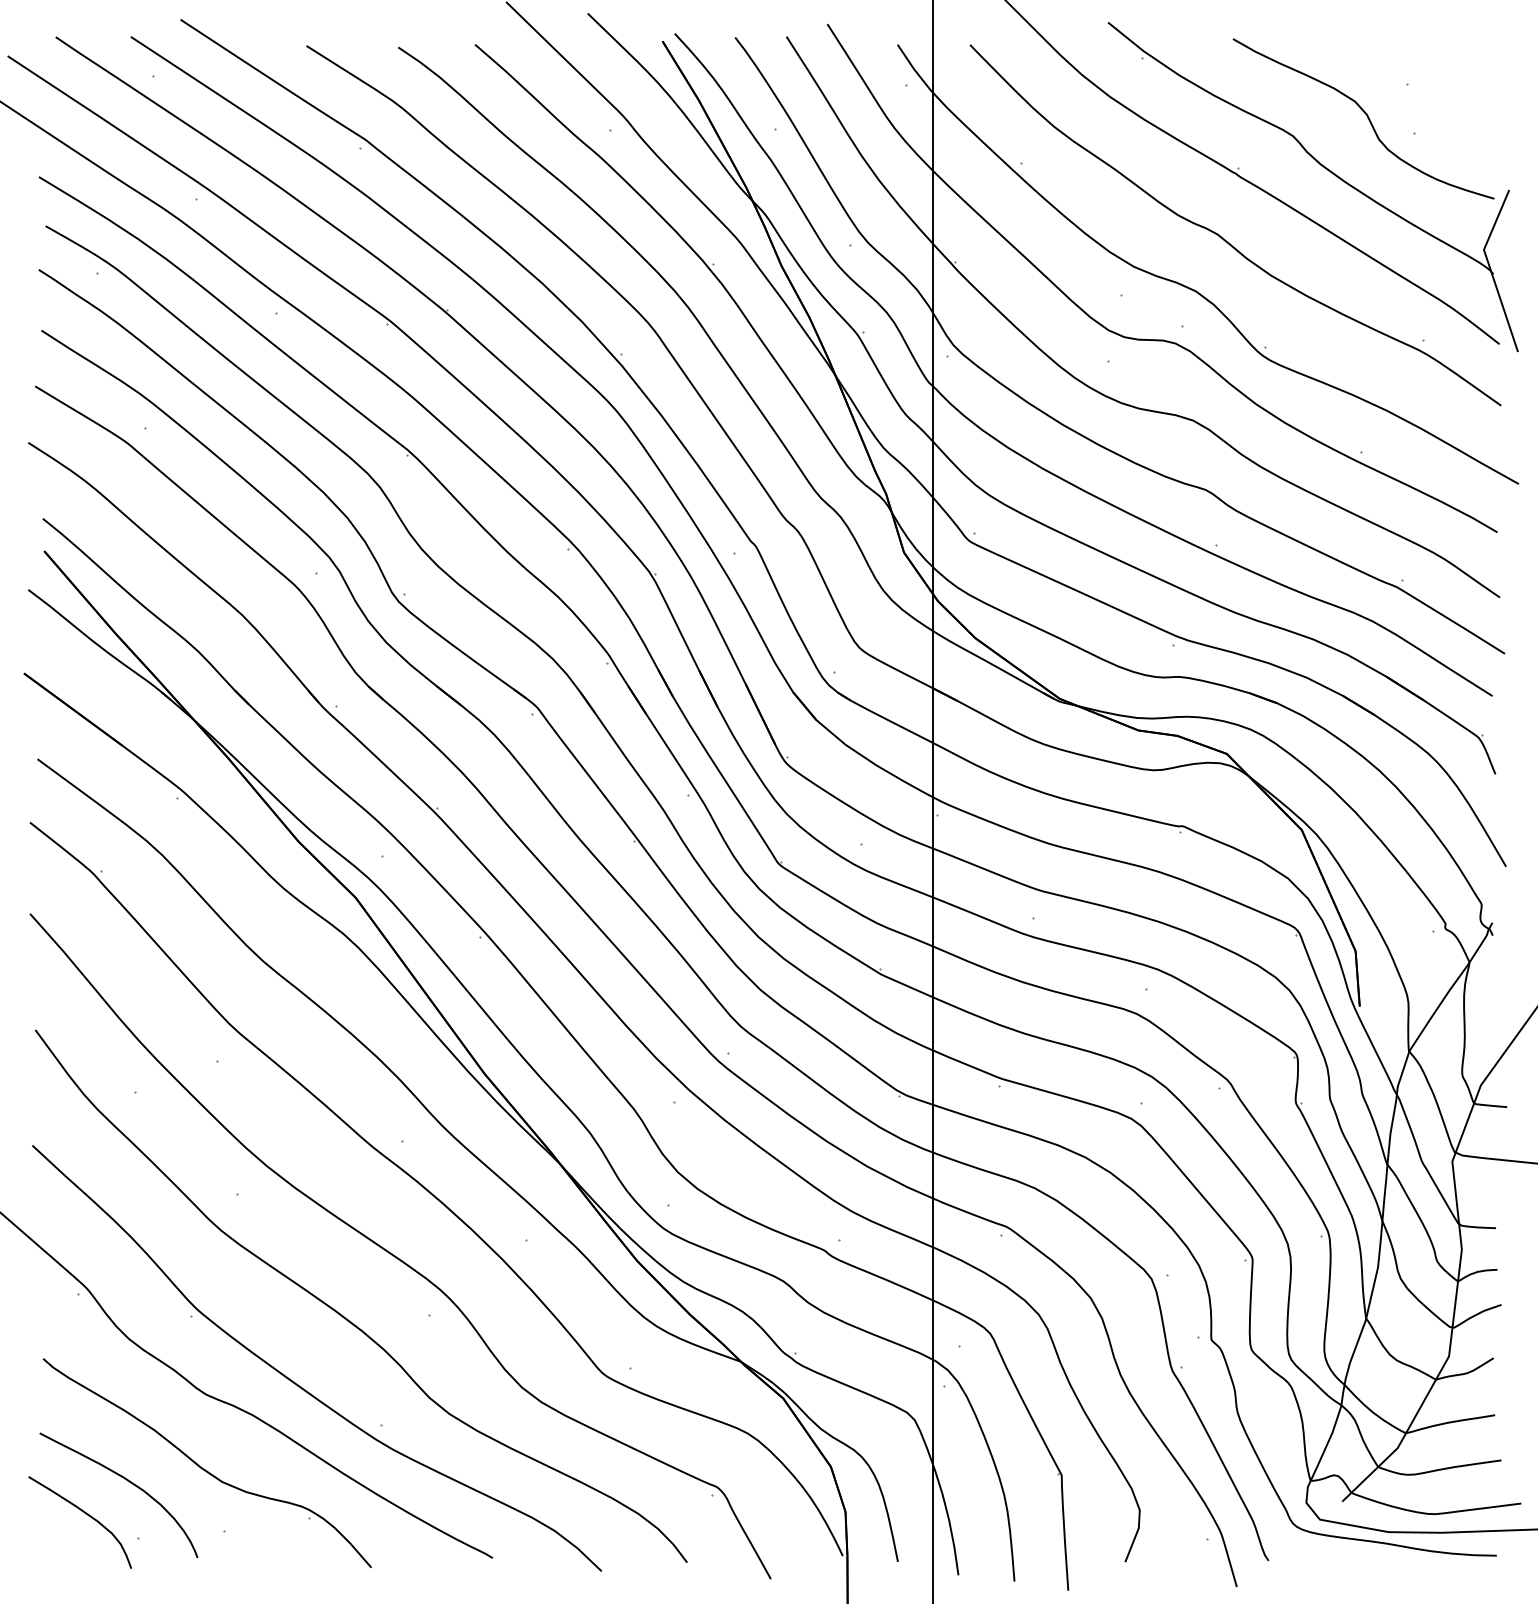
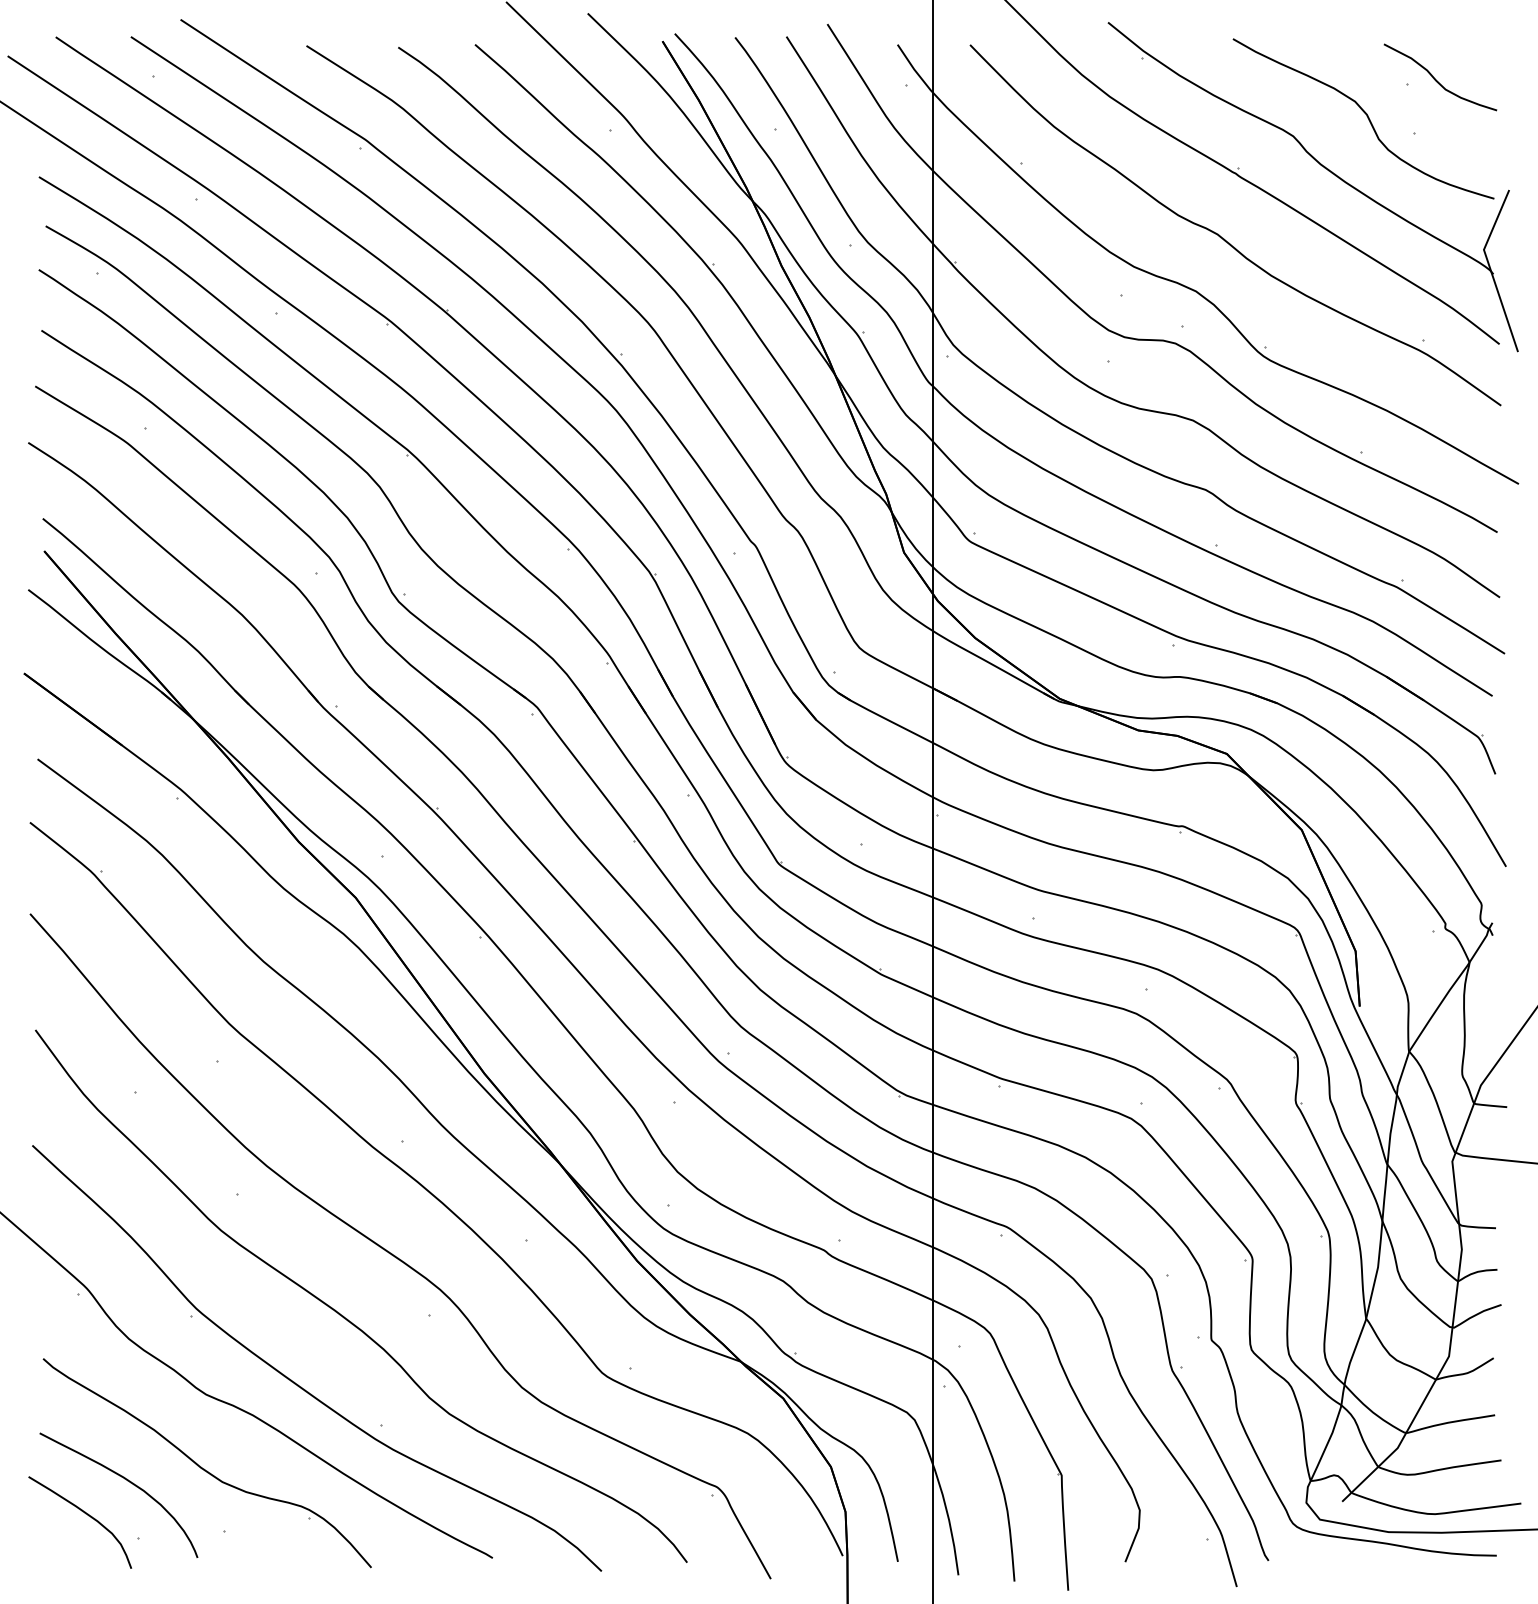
curve at (1437, 80): none -> present
